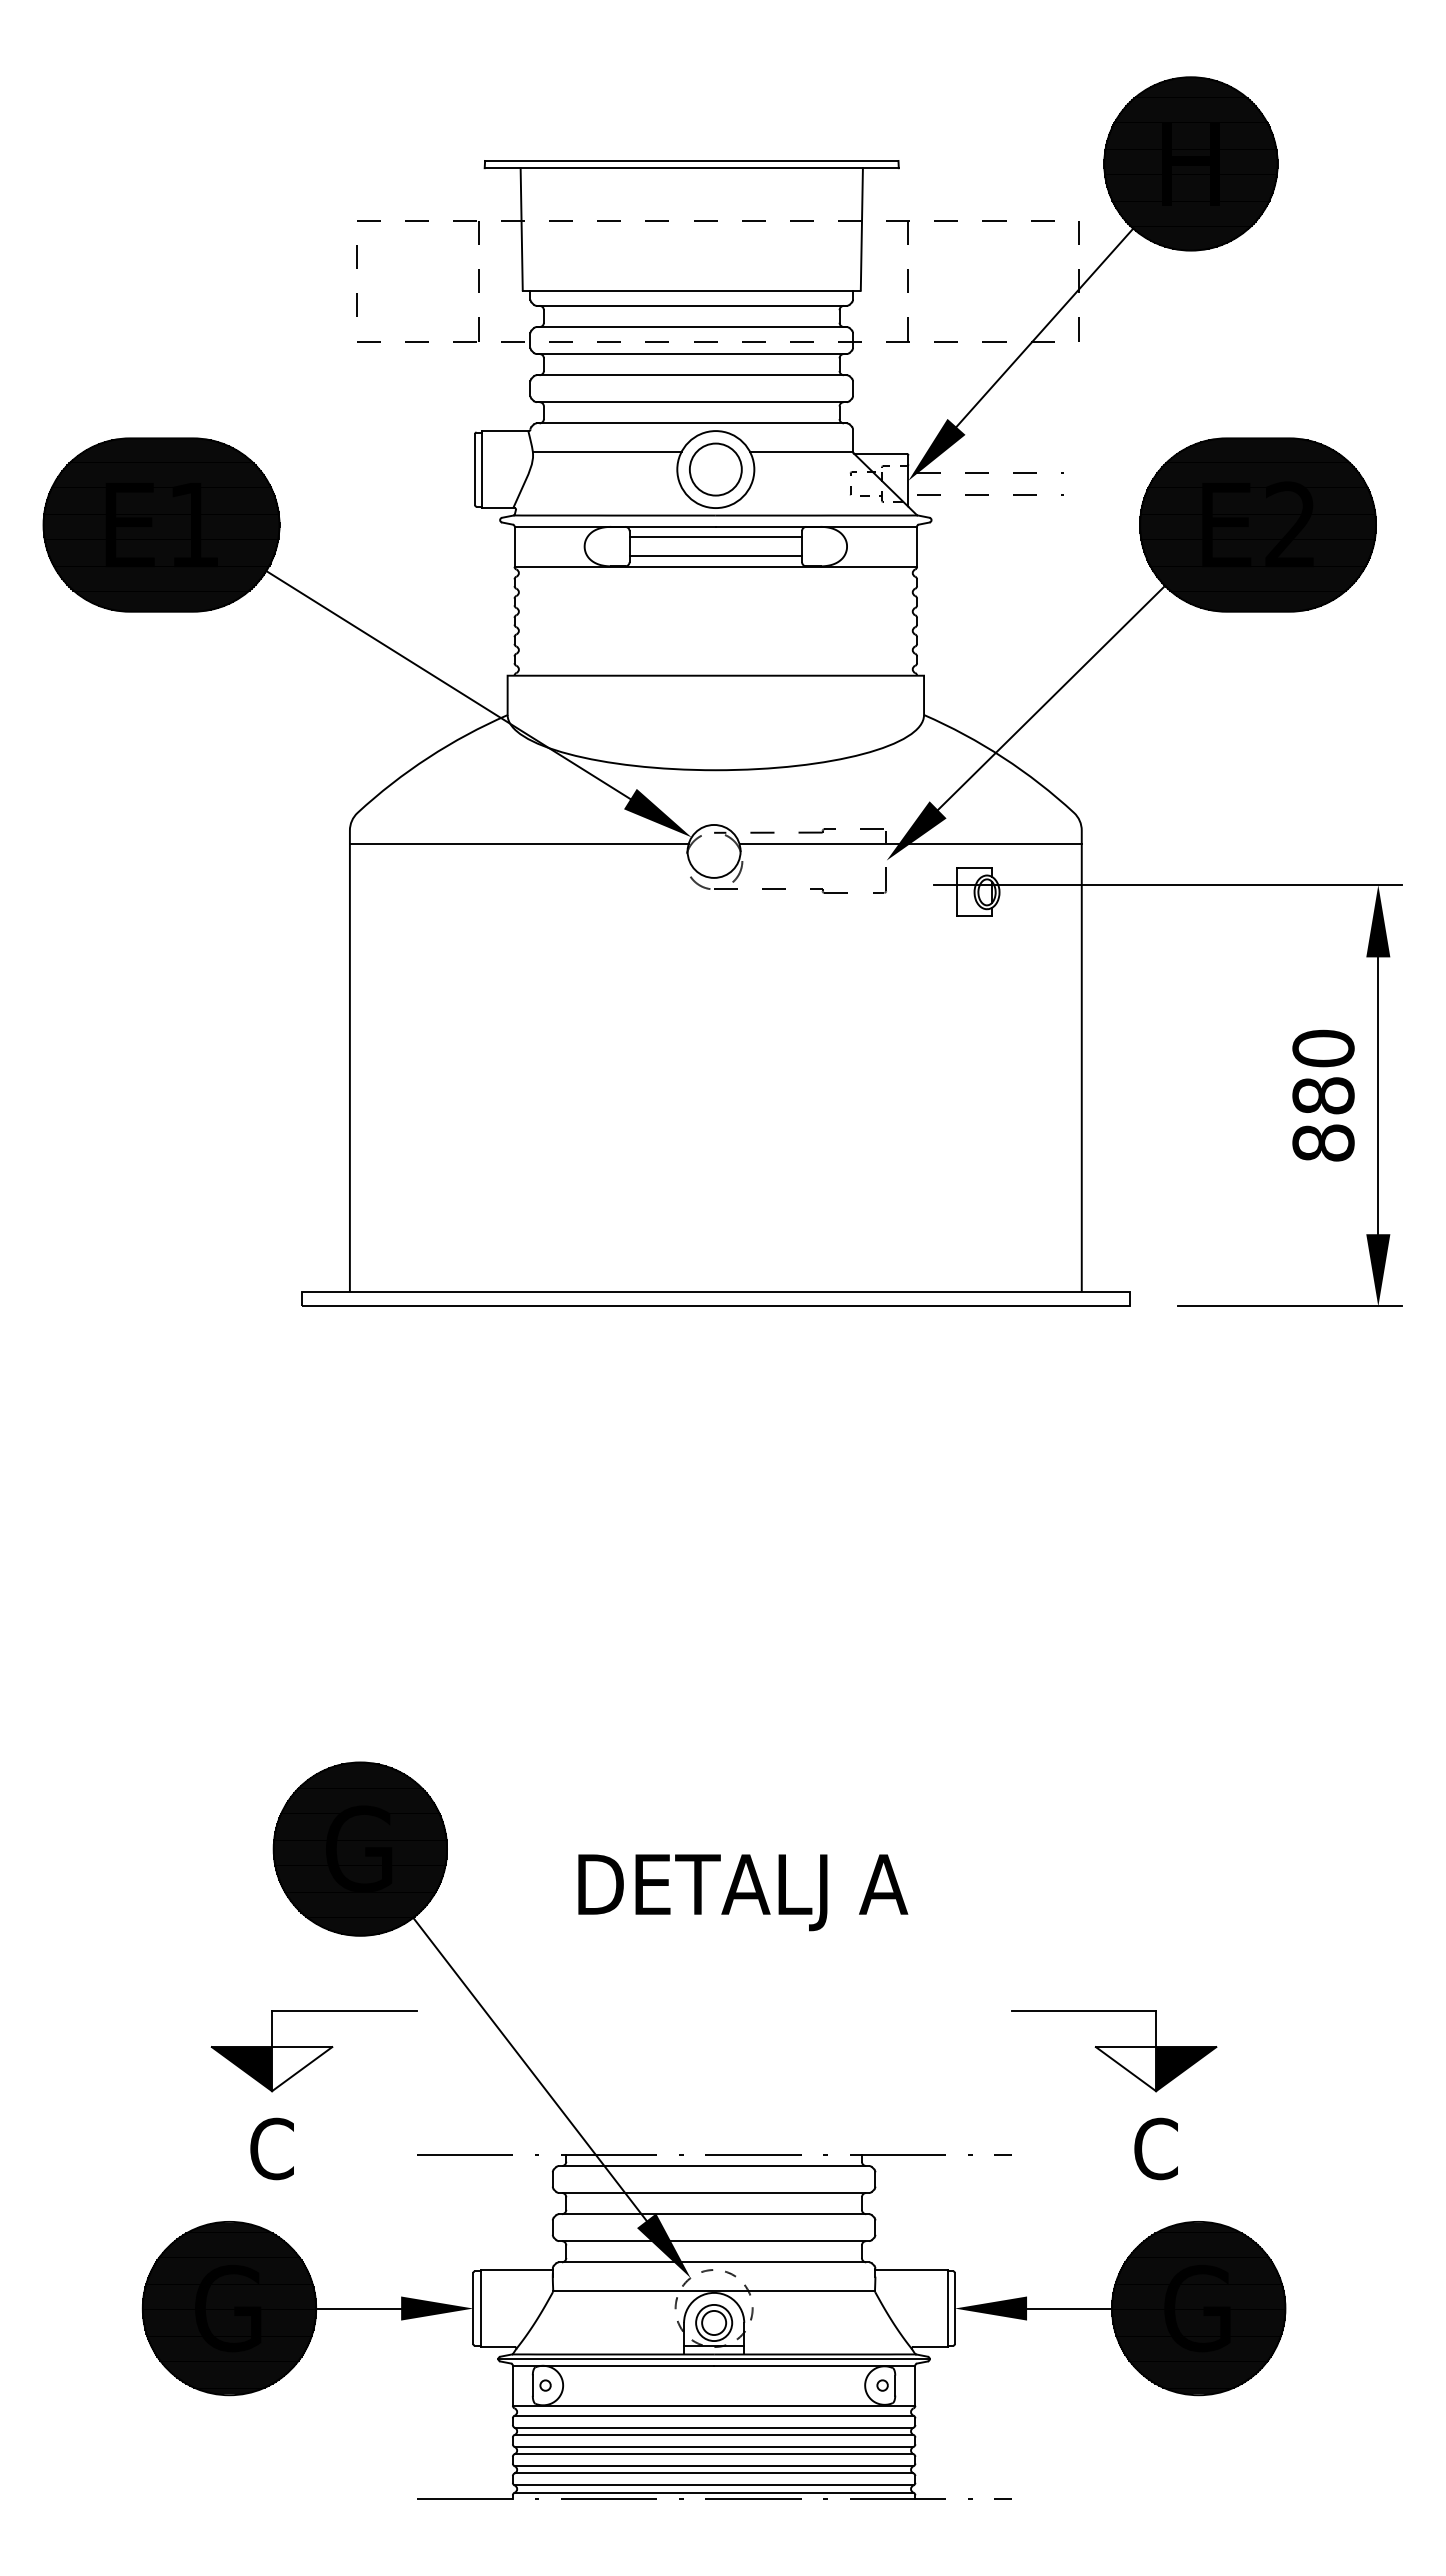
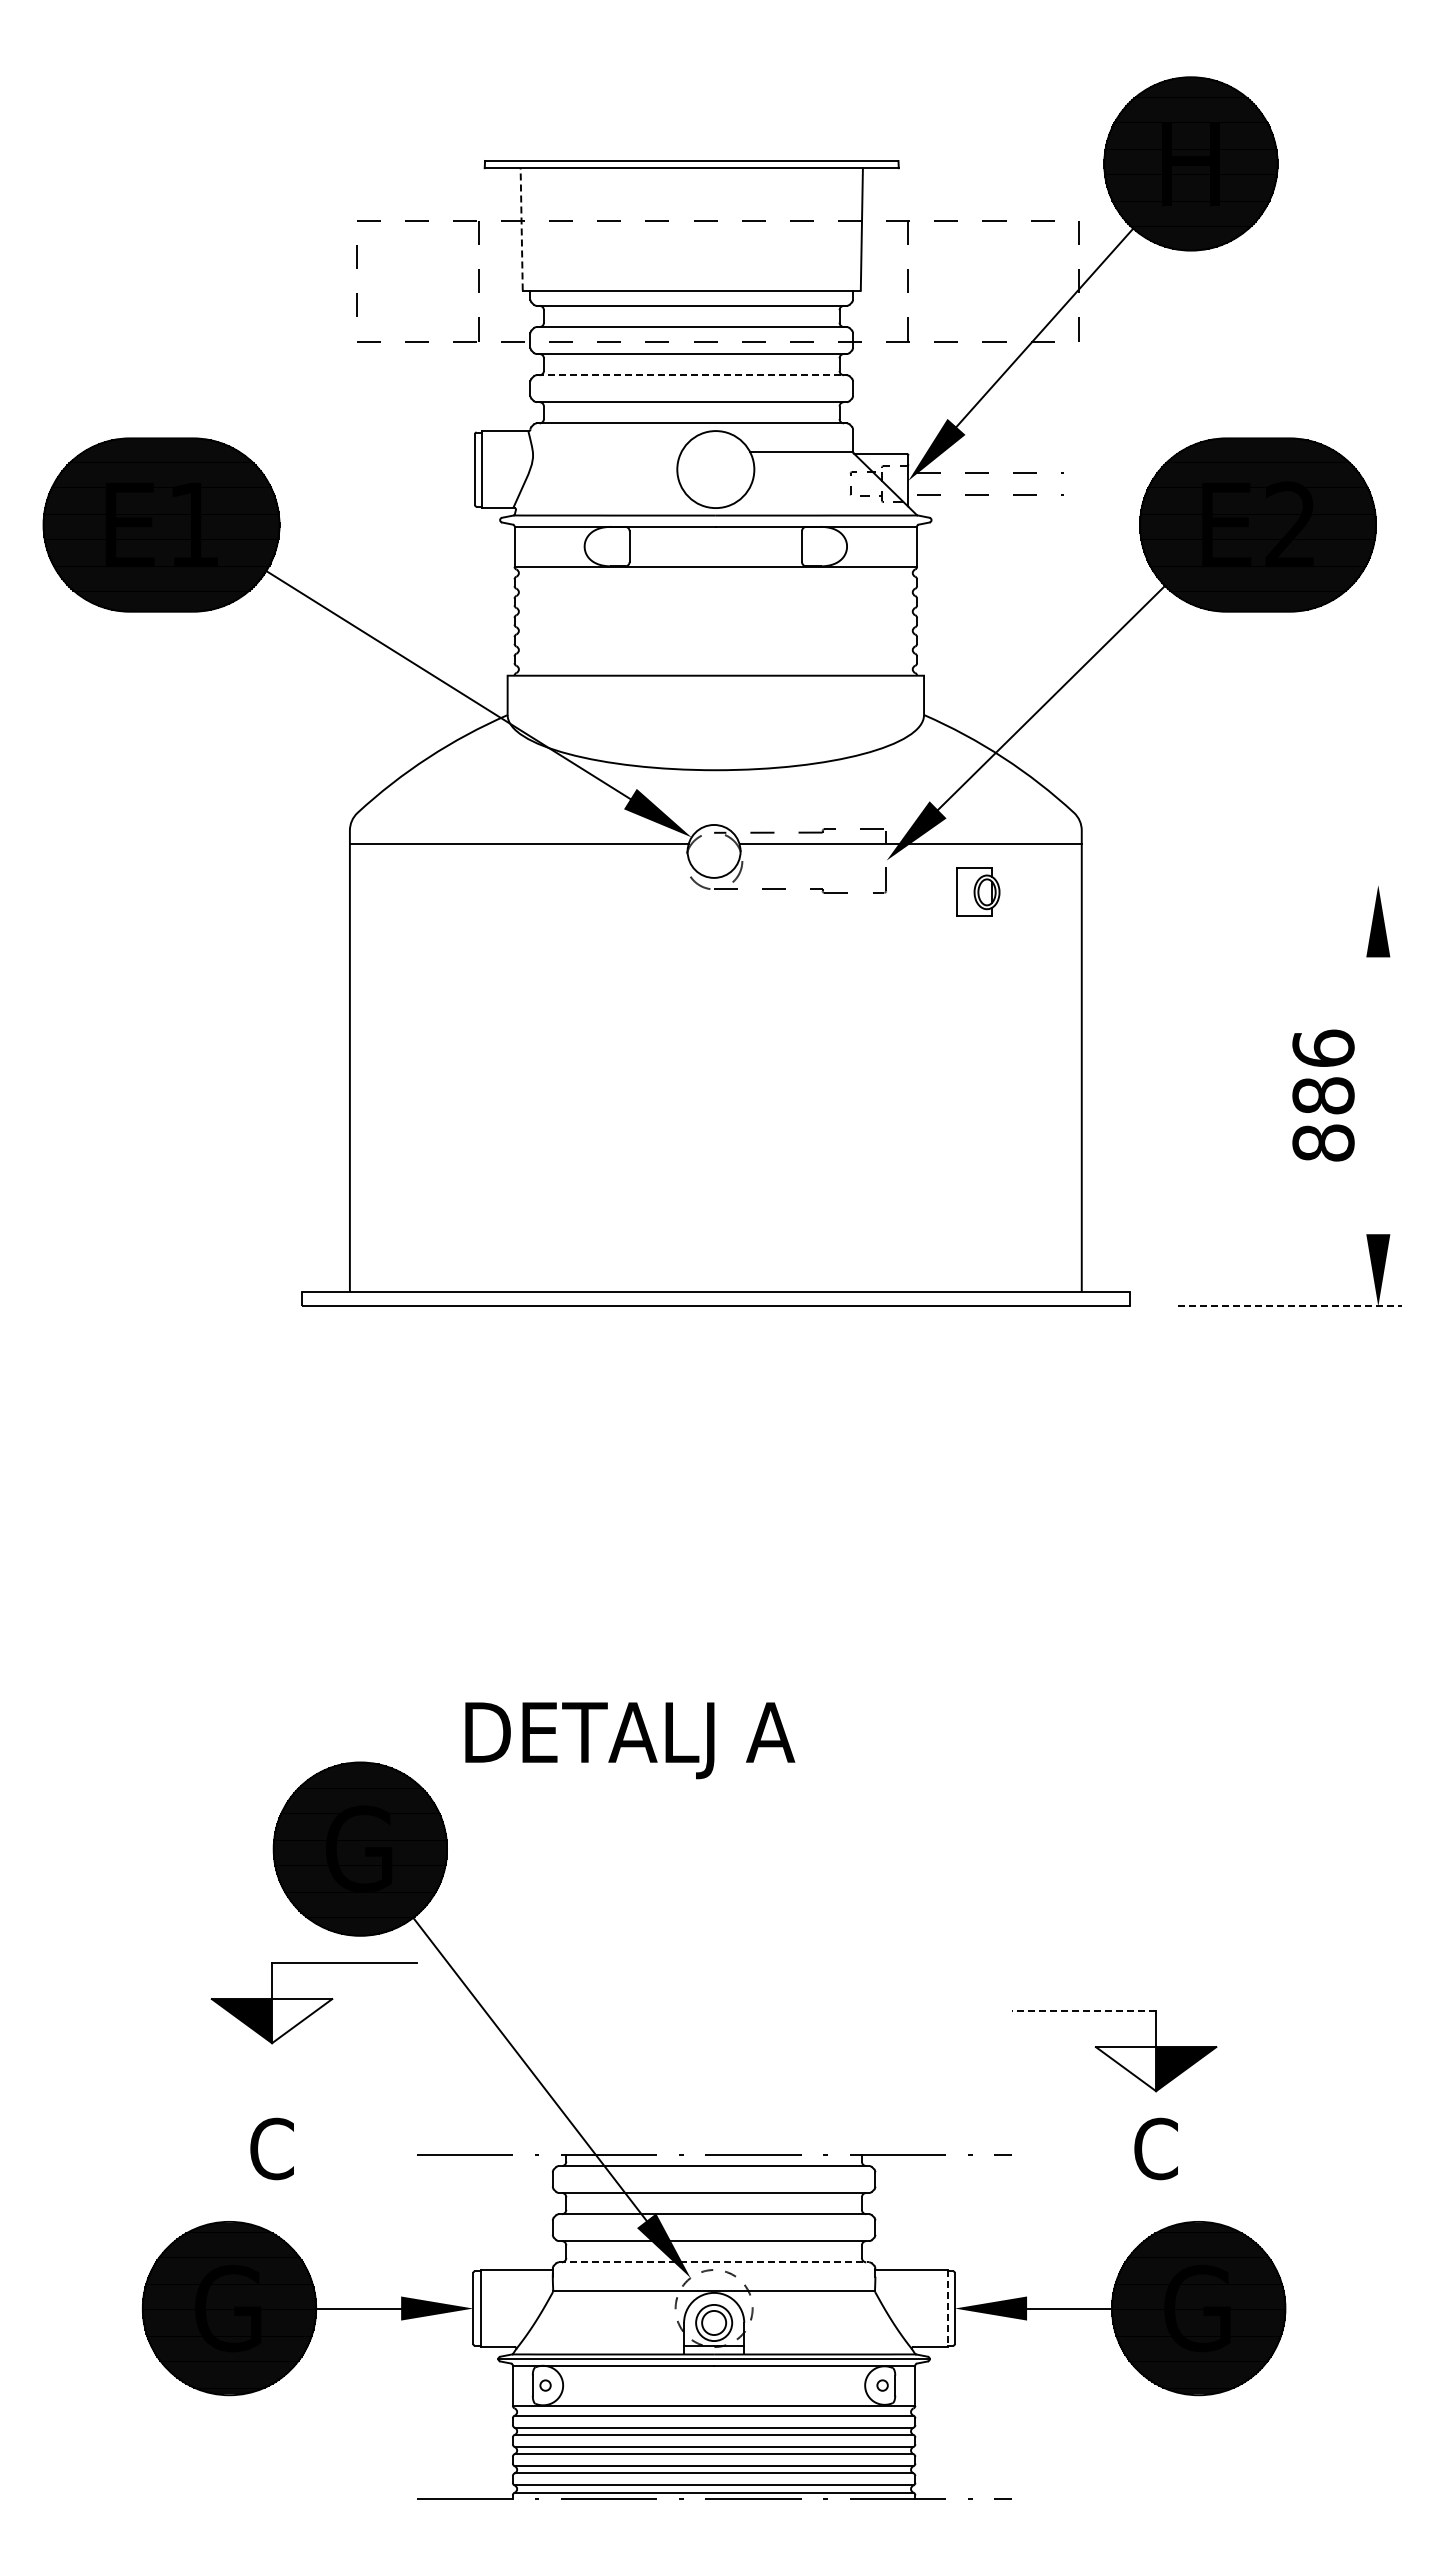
line at (521, 228): solid -> dashed
line at (692, 375): solid -> dashed
line at (606, 452): present -> none
circle at (715, 469): present -> none
line at (715, 537): present -> none
line at (715, 555): present -> none
line at (1168, 885): present -> none
text at (1323, 1048): 880 -> 886
line at (1378, 1095): present -> none
line at (1290, 1306): solid -> dashed
text at (743, 1892) position: (743, 1892) -> (630, 1740)
line at (1083, 2010): solid -> dashed
part at (313, 2051) position: (313, 2051) -> (313, 2003)
line at (714, 2262): solid -> dashed
line at (947, 2308): solid -> dashed
